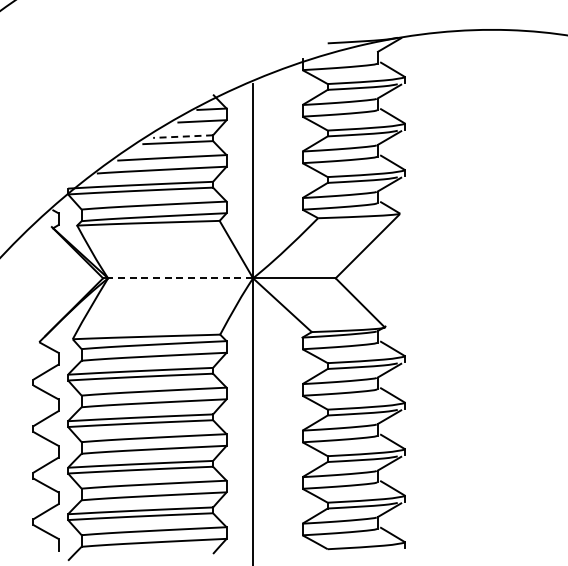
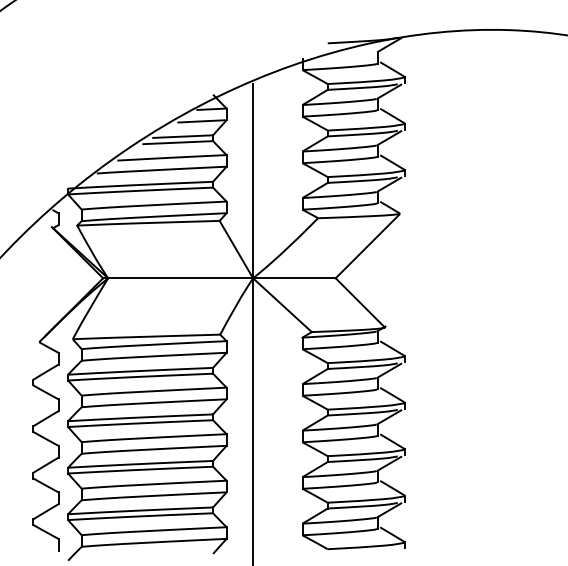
line at (183, 136): dashed -> solid
line at (180, 278): dashed -> solid
